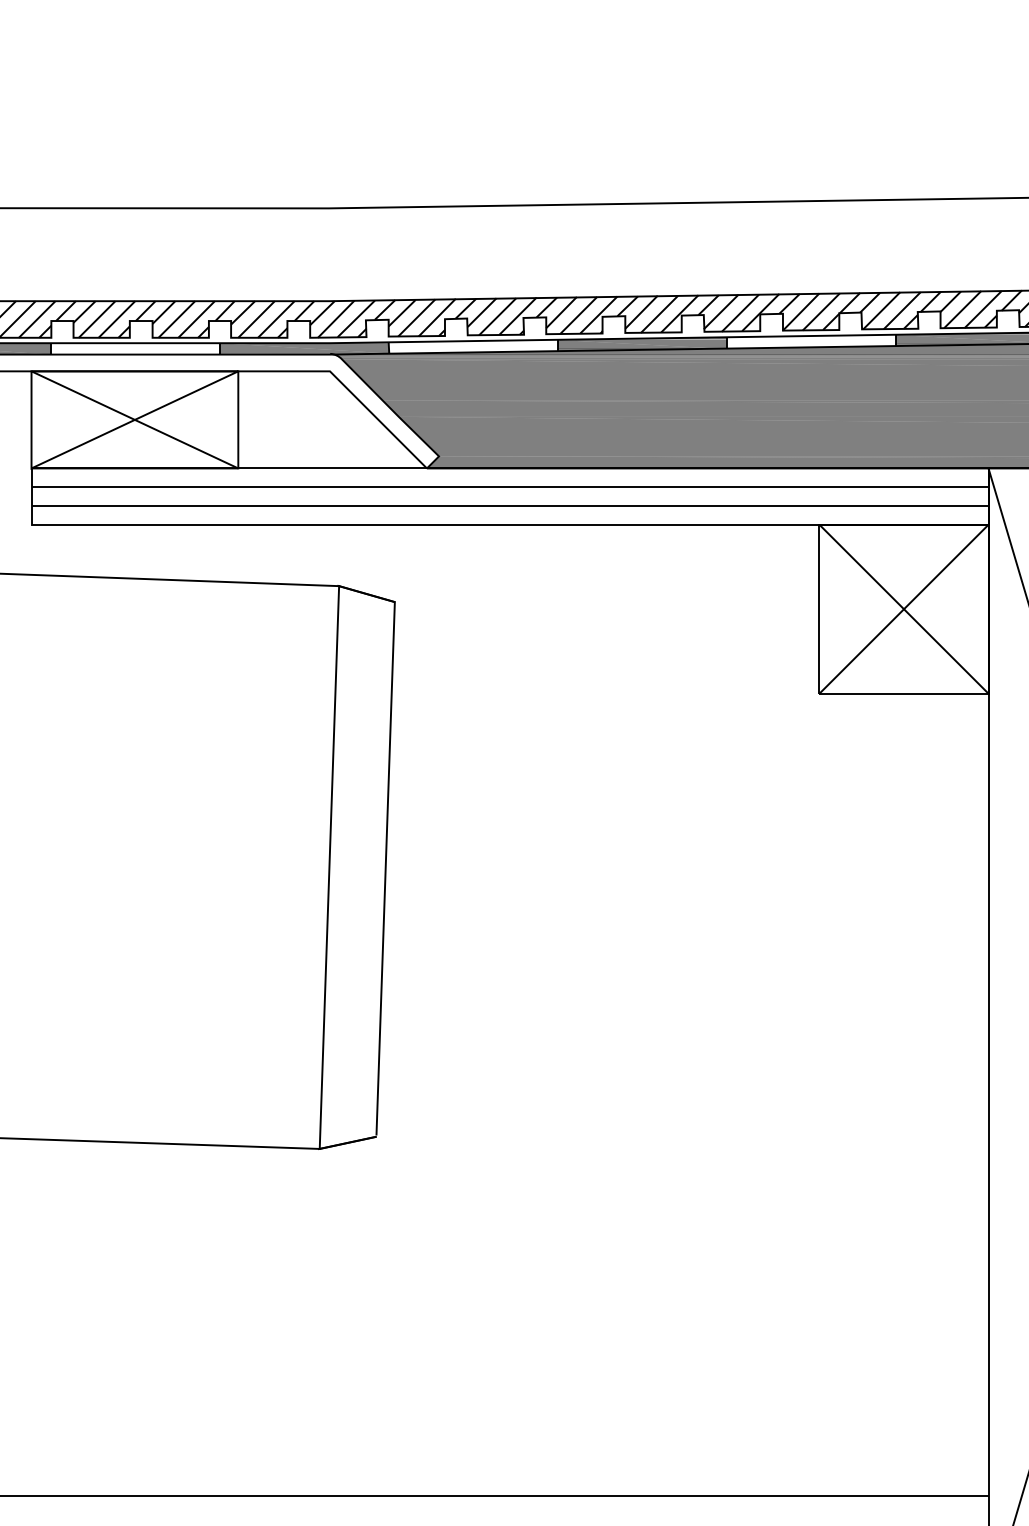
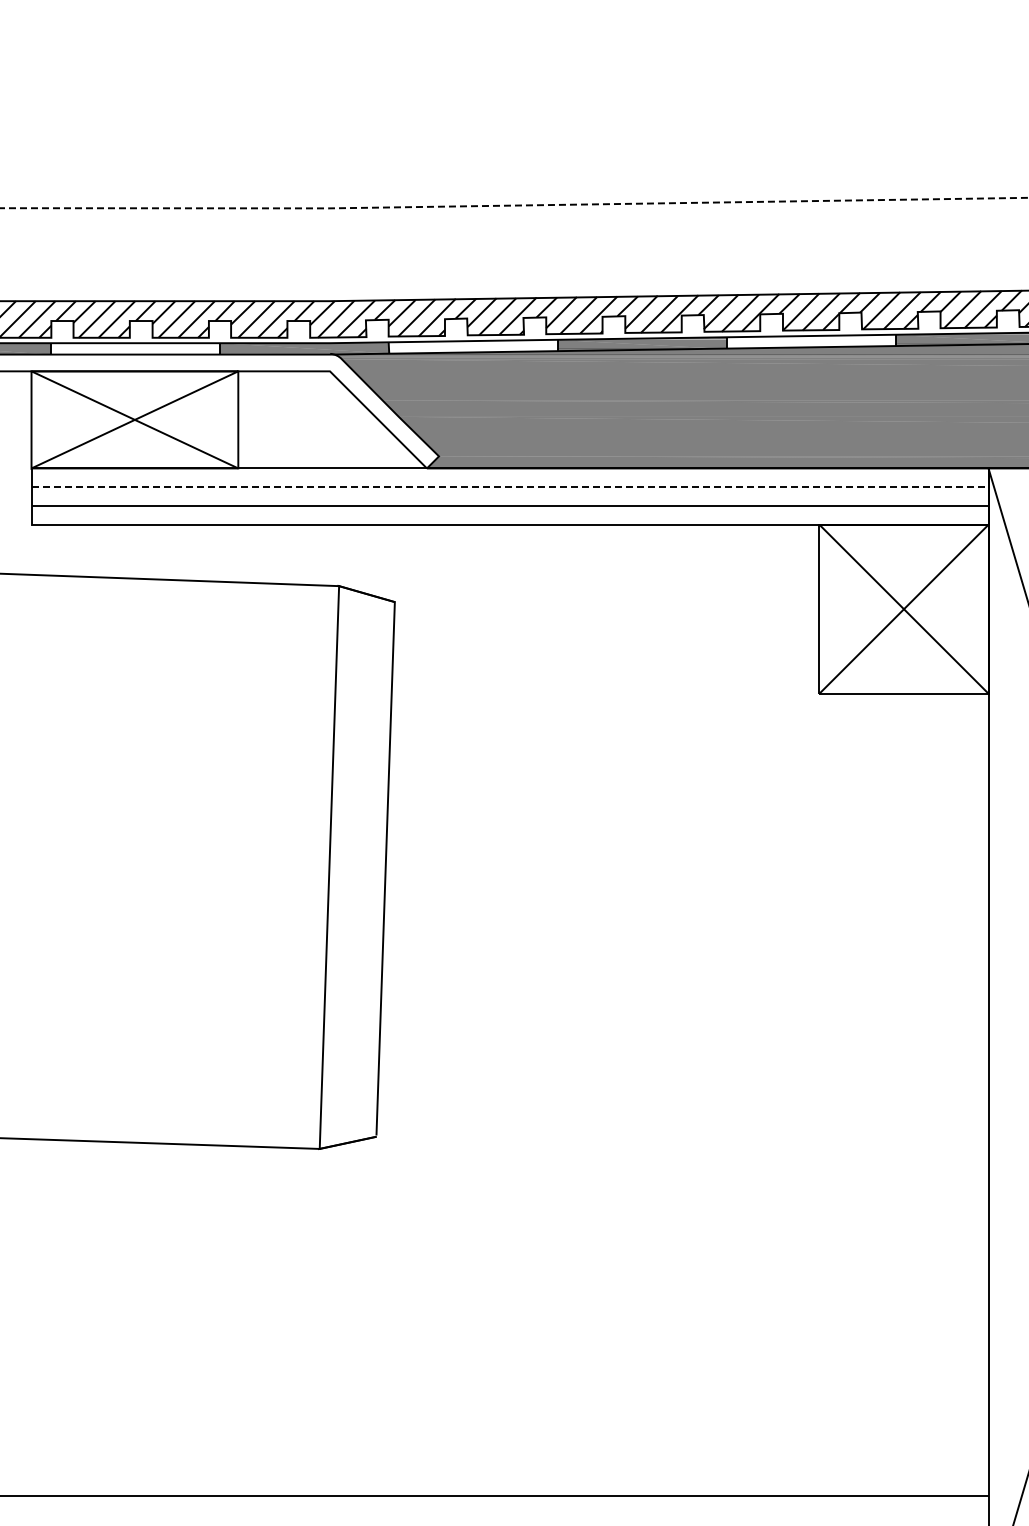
line at (513, 205): solid -> dashed
line at (510, 486): solid -> dashed
